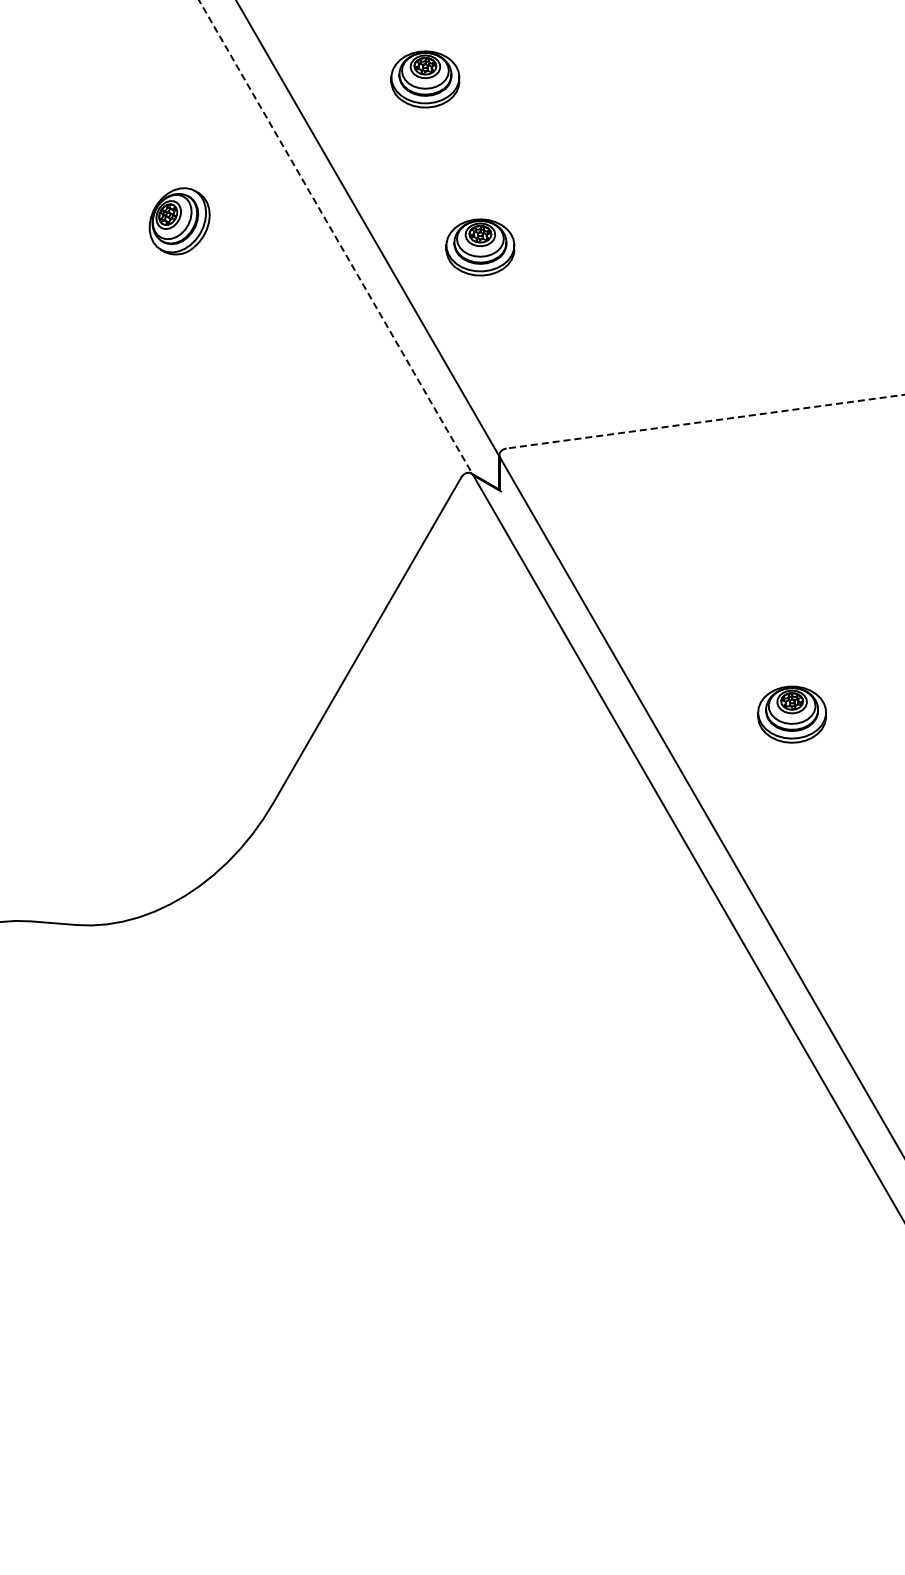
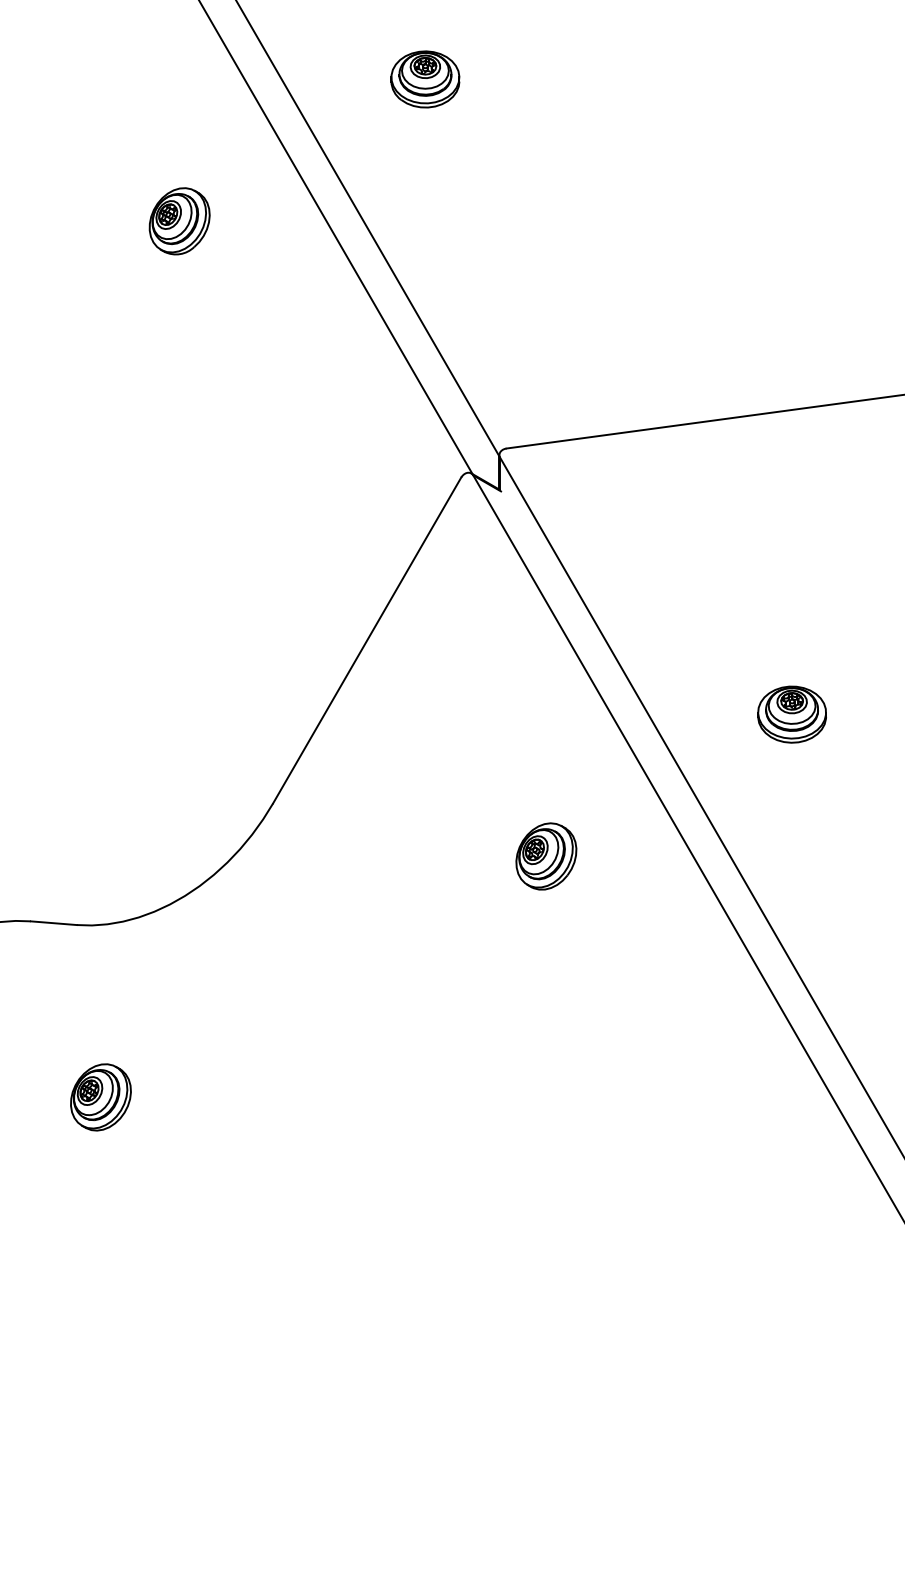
line at (336, 237): dashed -> solid
part at (480, 247): present -> none
line at (705, 421): dashed -> solid
part at (546, 856): none -> present
part at (100, 1097): none -> present
